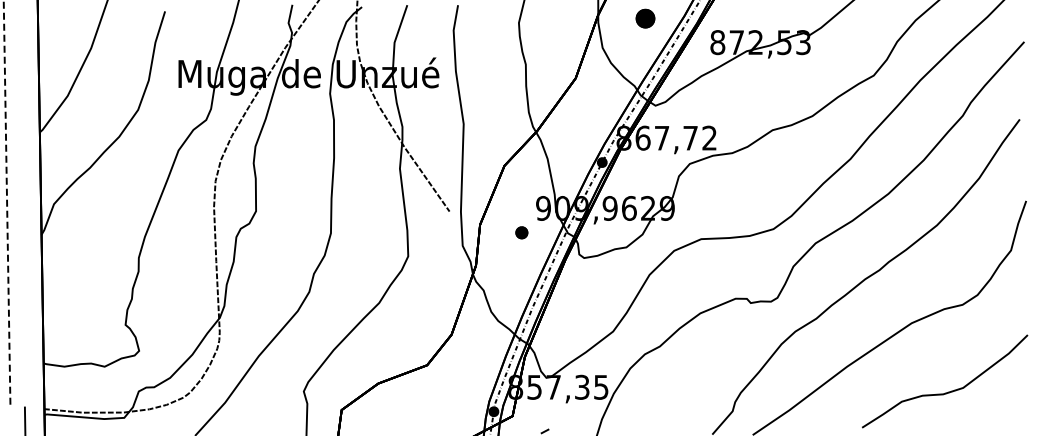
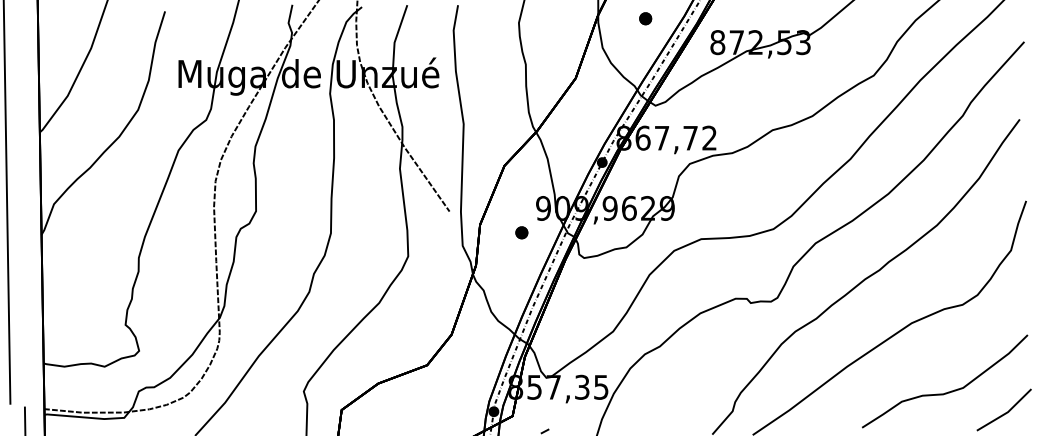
part at (645, 18) size: 21x21 px -> 14x14 px
line at (7, 202): dashed -> solid
line at (1005, 412): none -> present
